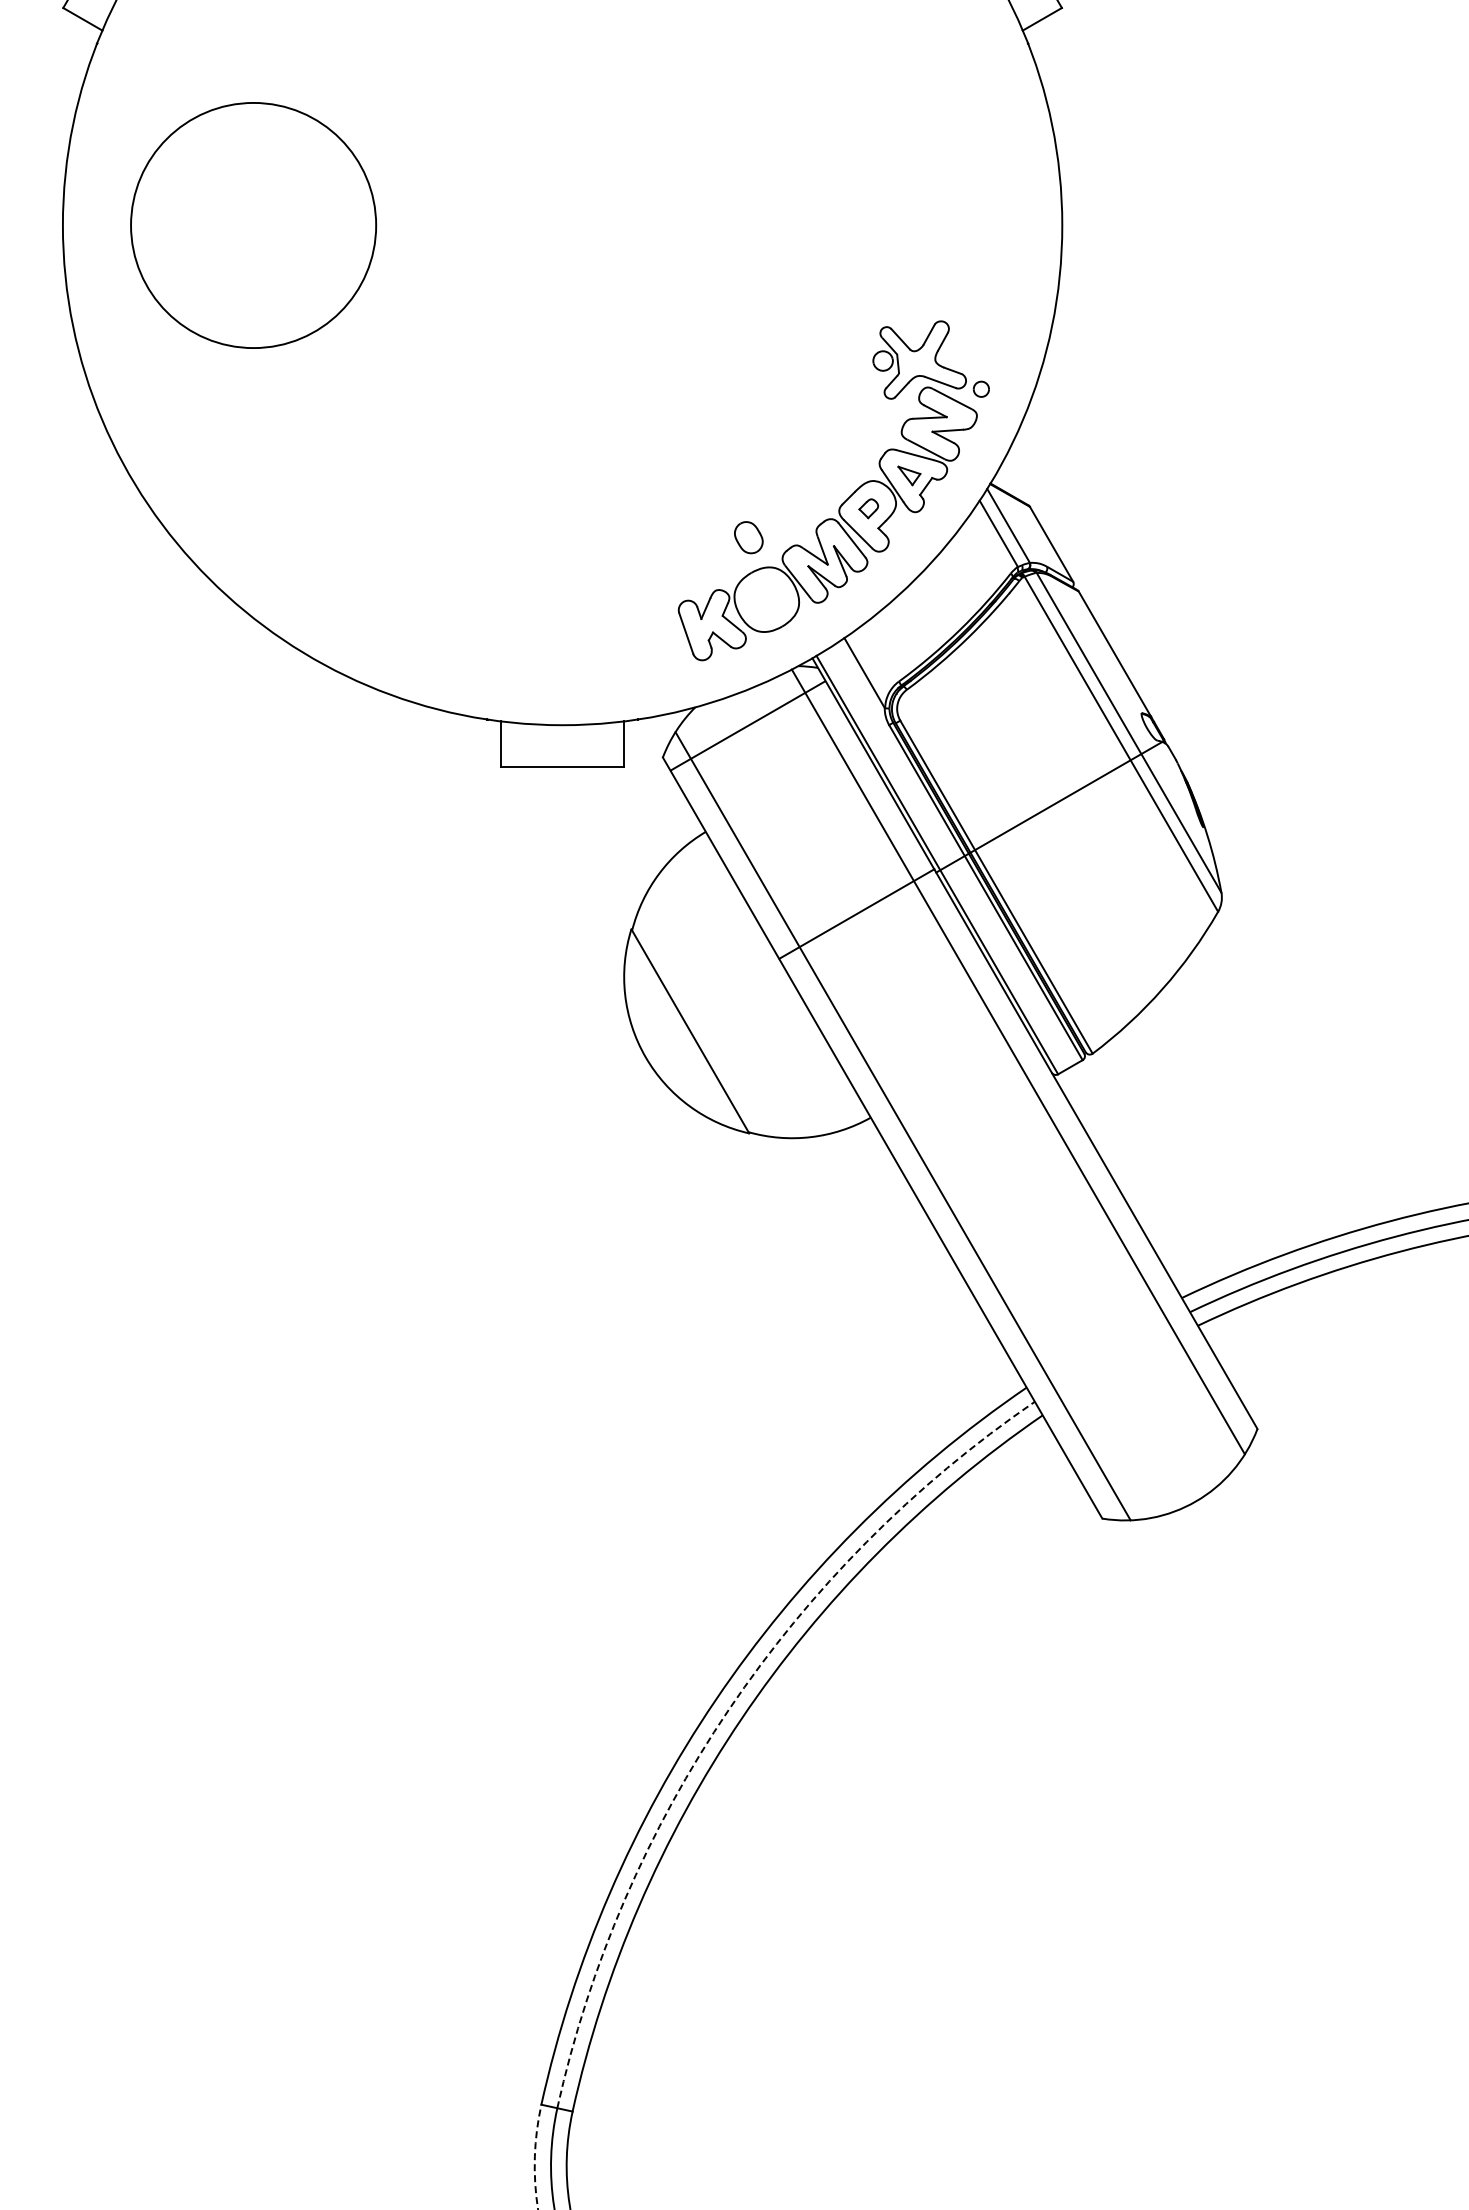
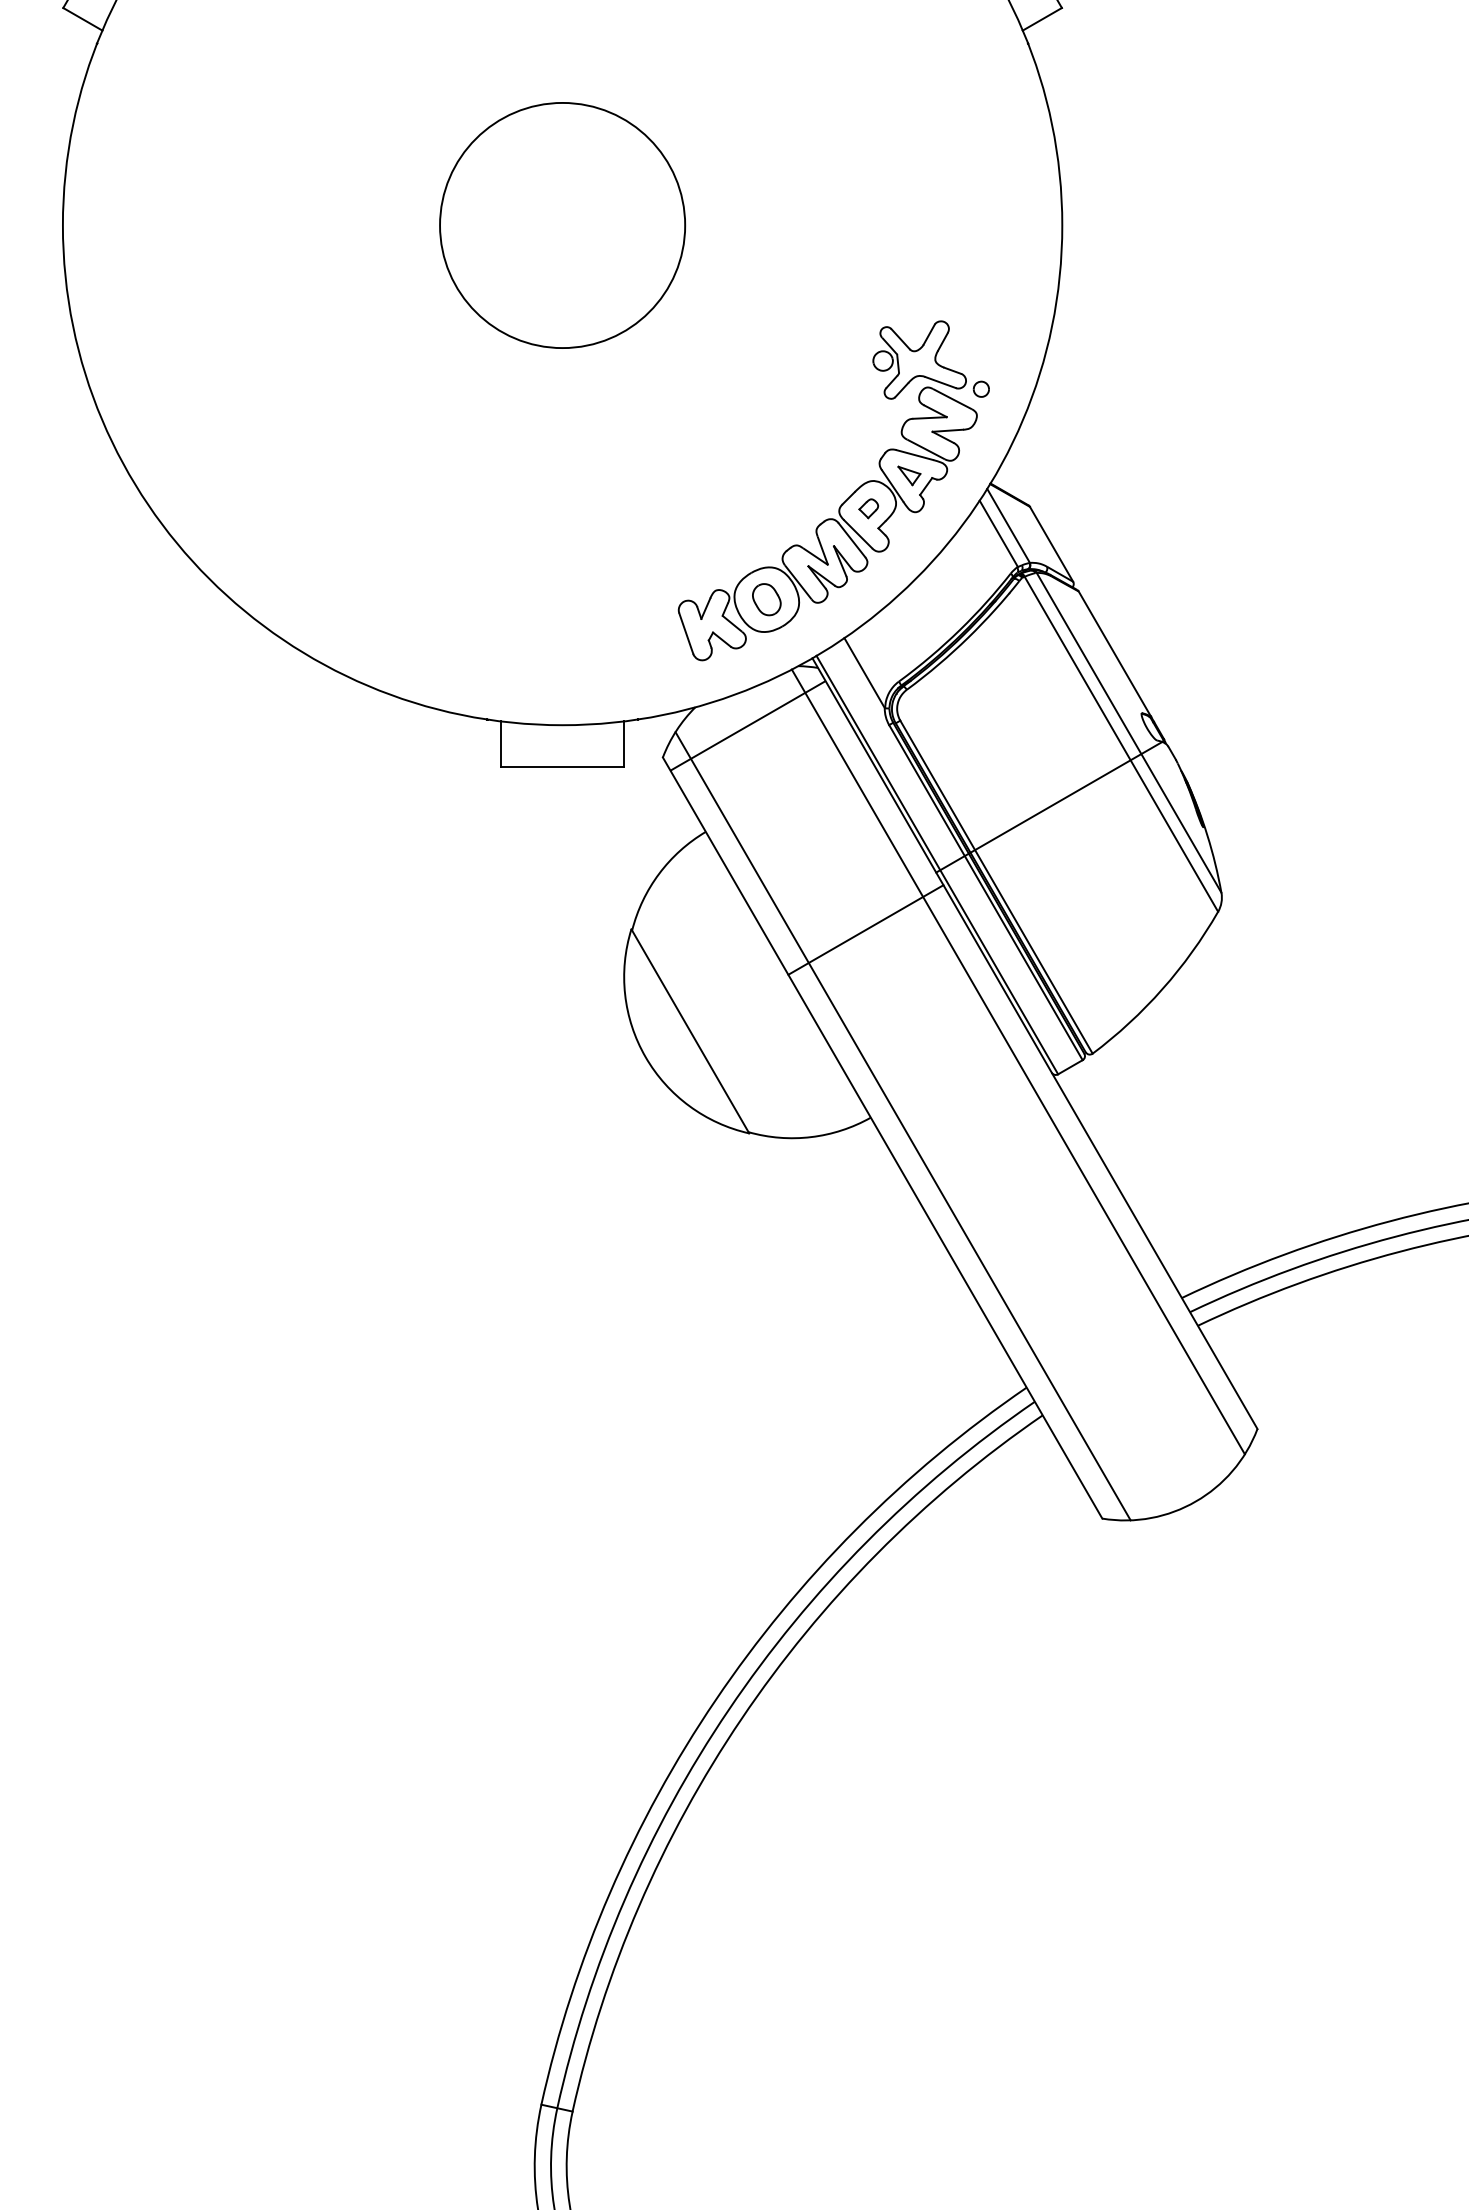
circle at (253, 225) position: (253, 225) -> (562, 225)
part at (748, 537) position: (748, 537) -> (766, 599)
line at (856, 913) position: (856, 913) -> (865, 929)
arc at (728, 1709): dashed -> solid
arc at (534, 2156): dashed -> solid
